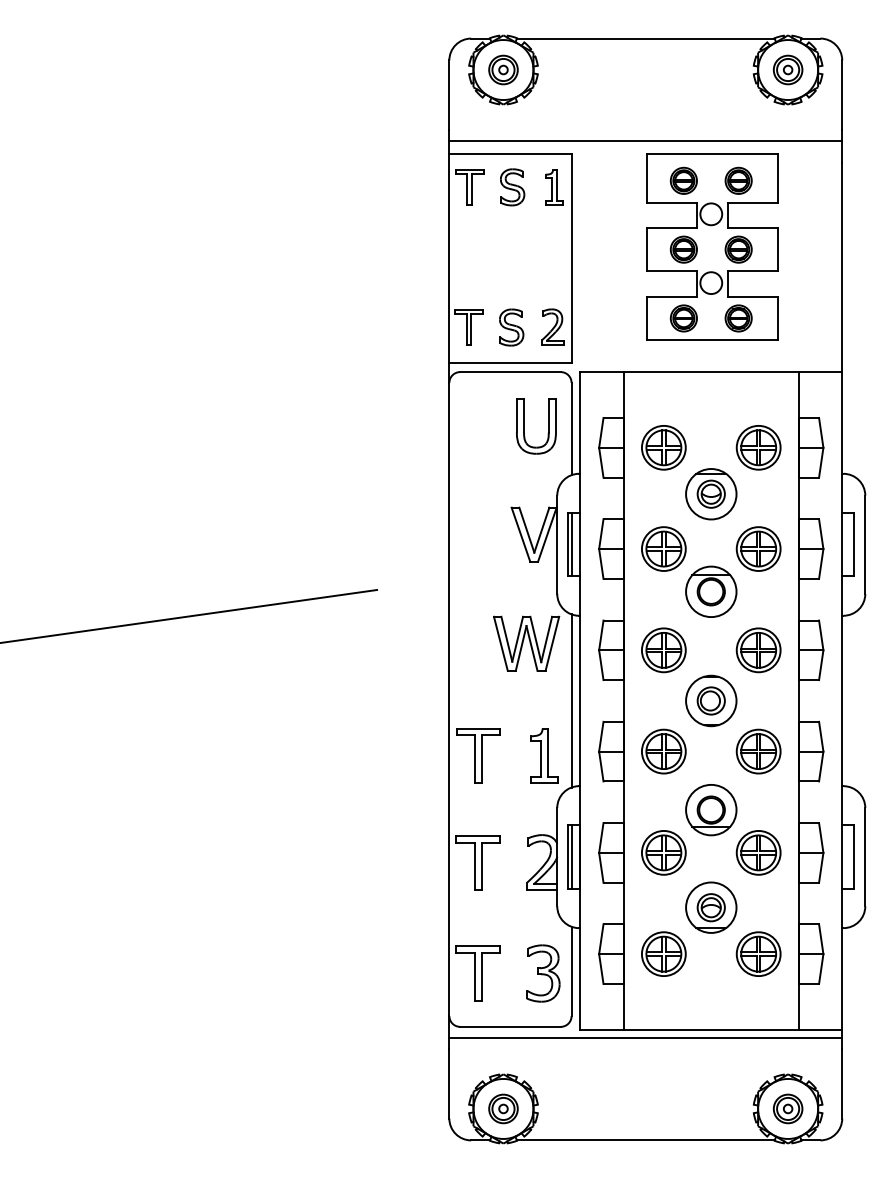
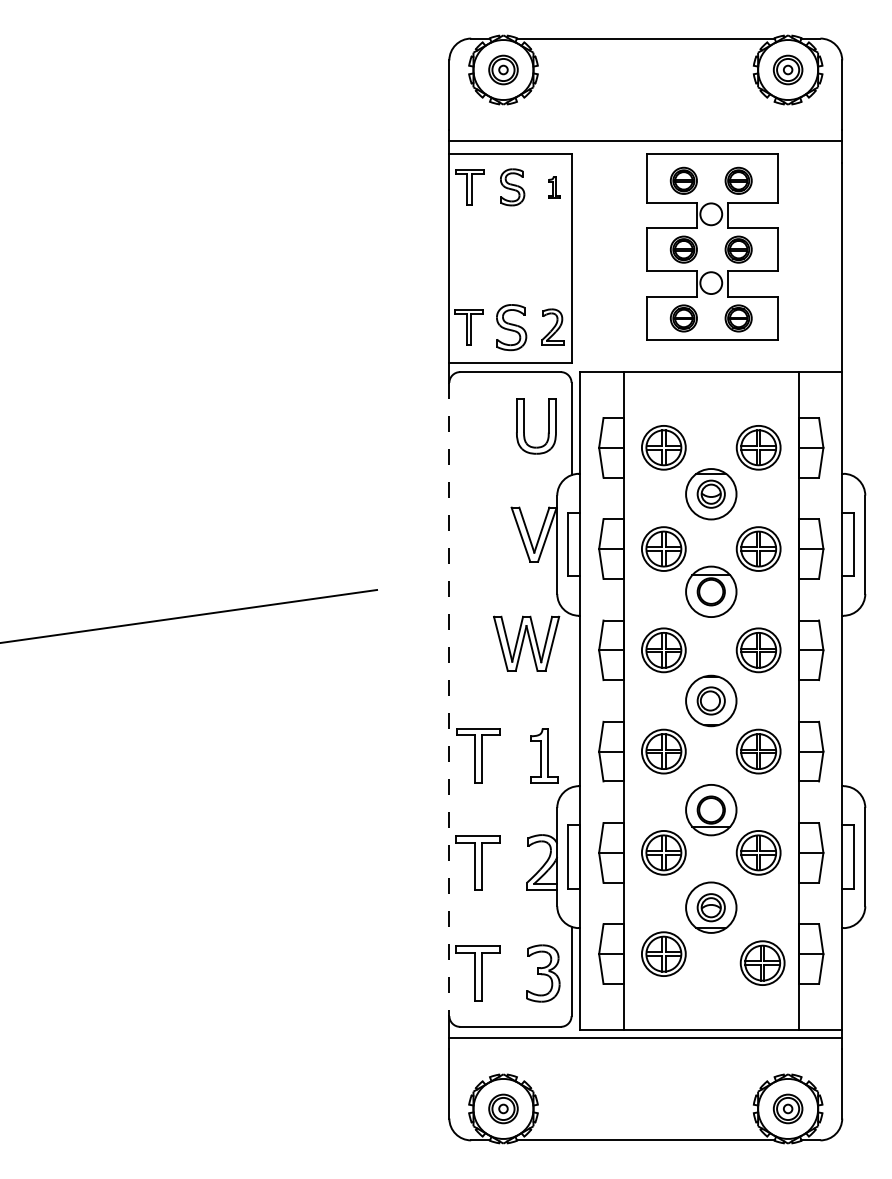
part at (554, 187) size: 19x37 px -> 13x23 px
part at (511, 327) size: 26x39 px -> 32x48 px
line at (571, 544): present -> none
line at (449, 699): solid -> dashed
line at (571, 700): present -> none
line at (571, 856): present -> none
part at (758, 953) position: (758, 953) -> (762, 962)
